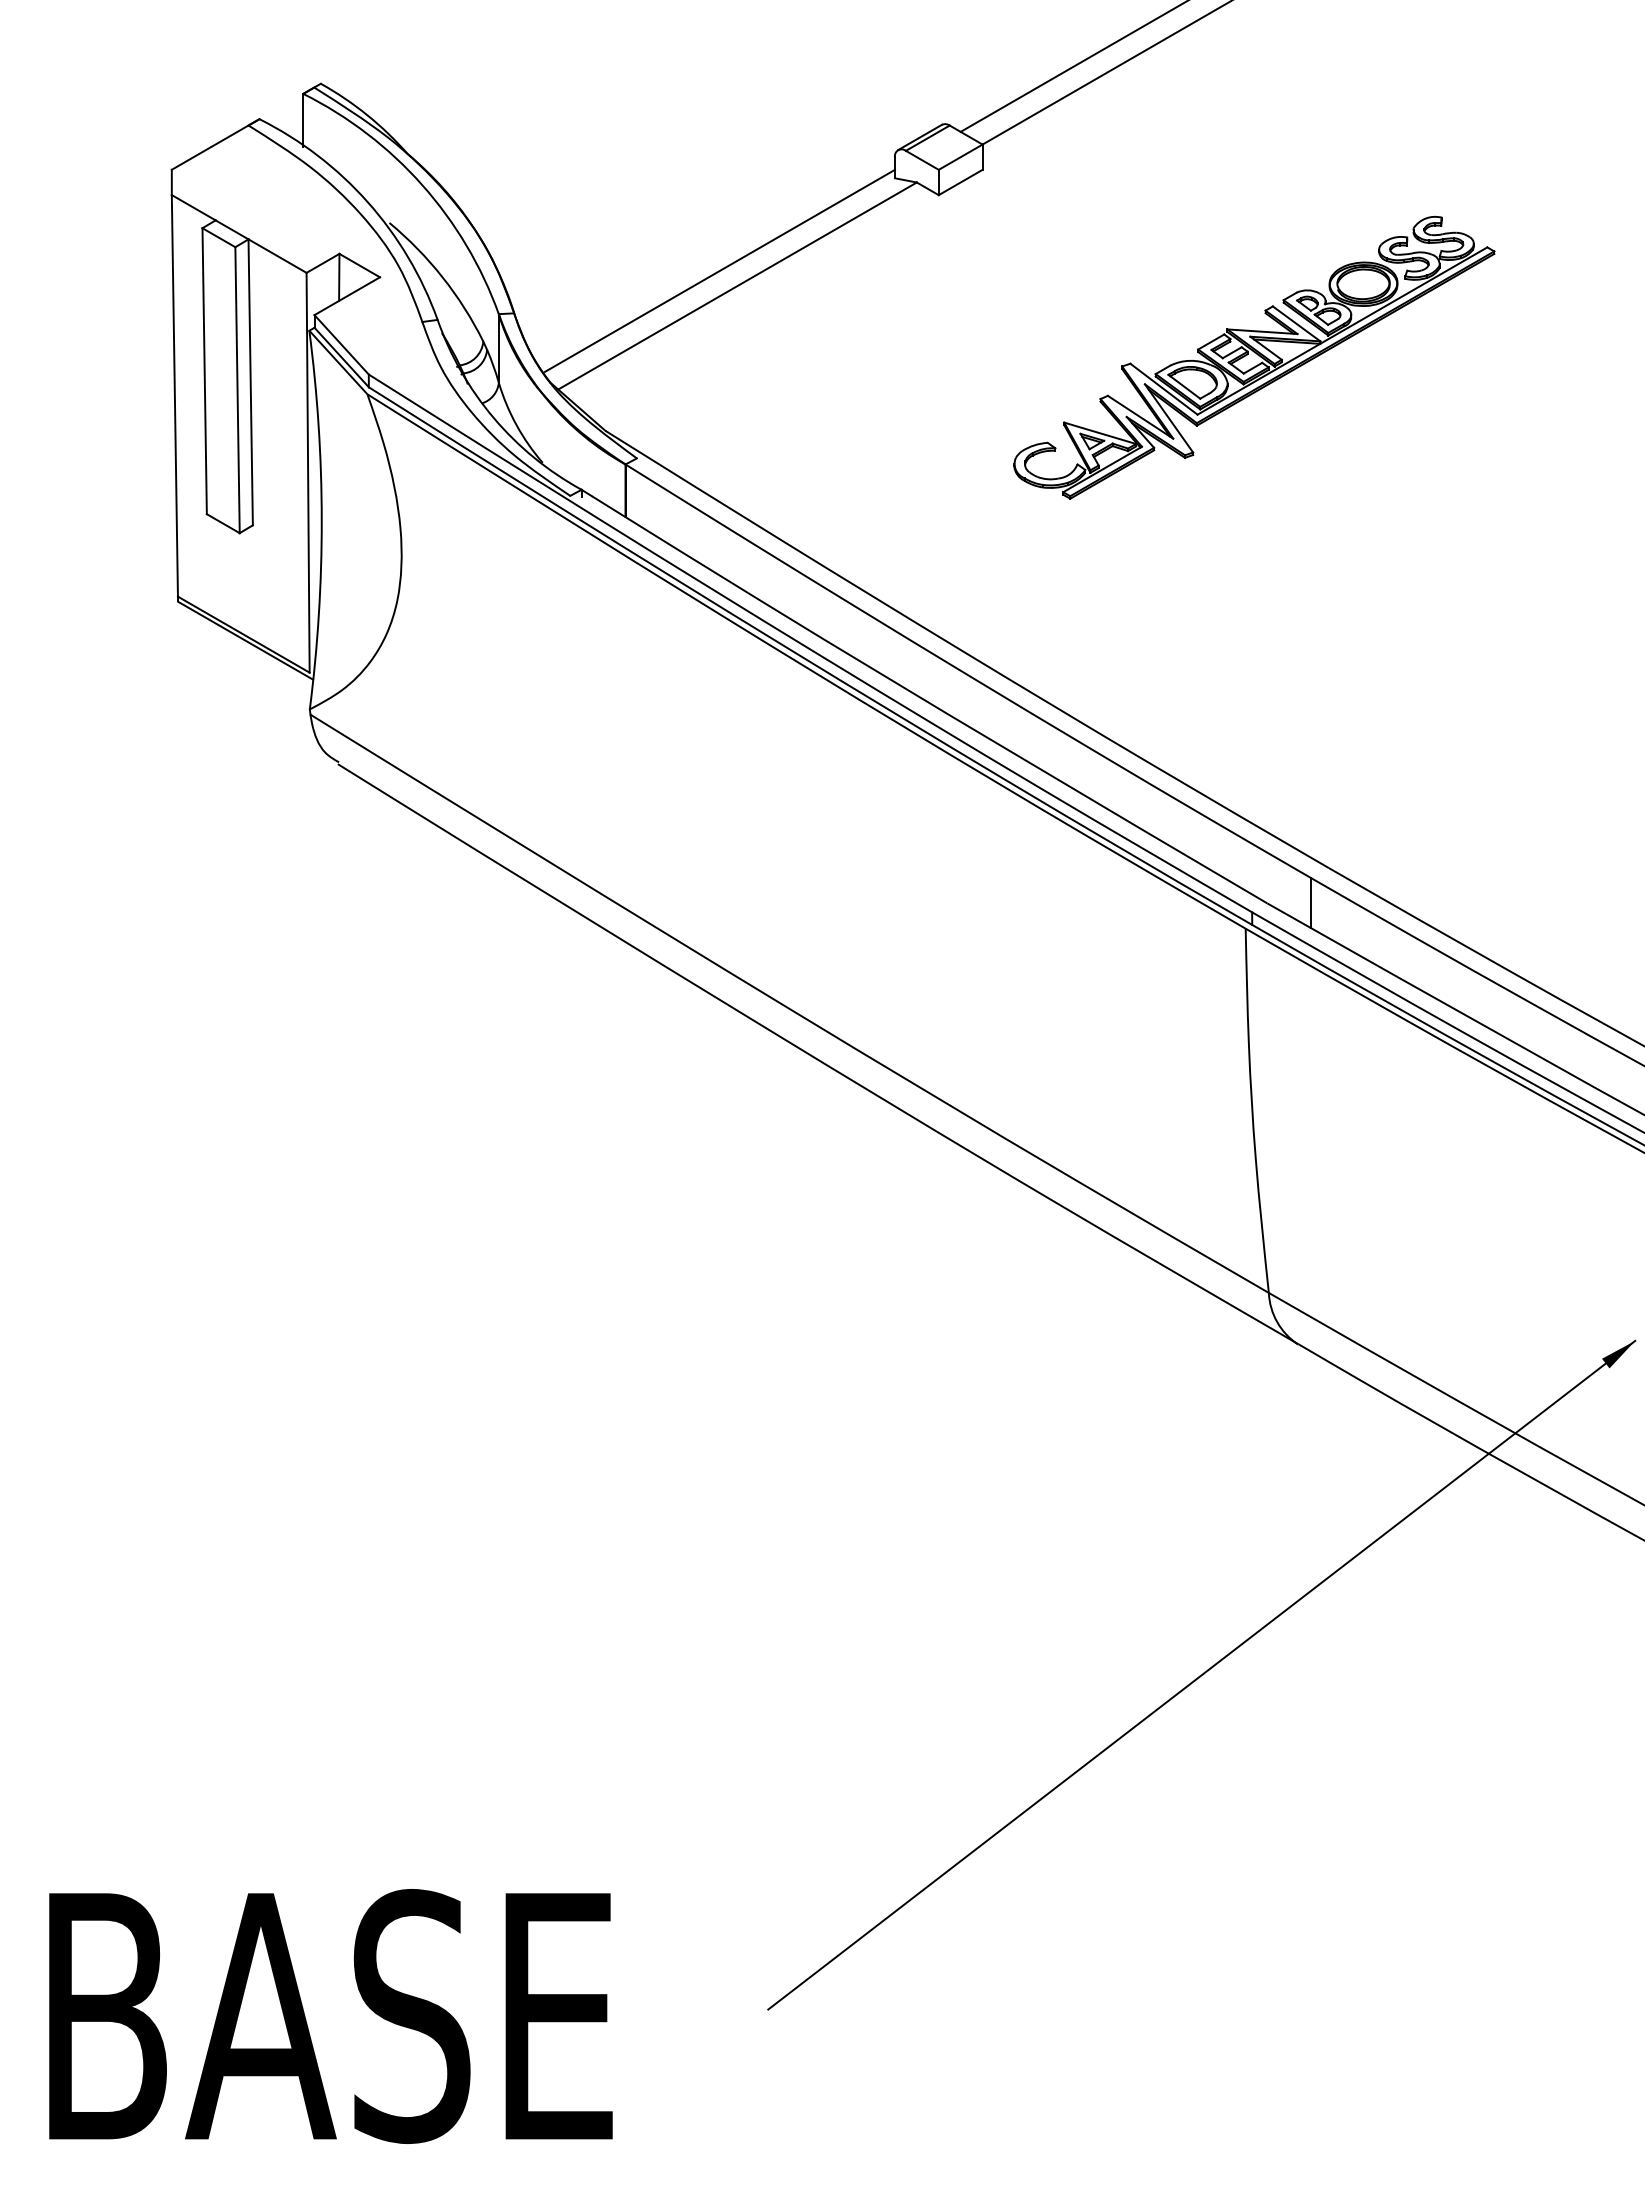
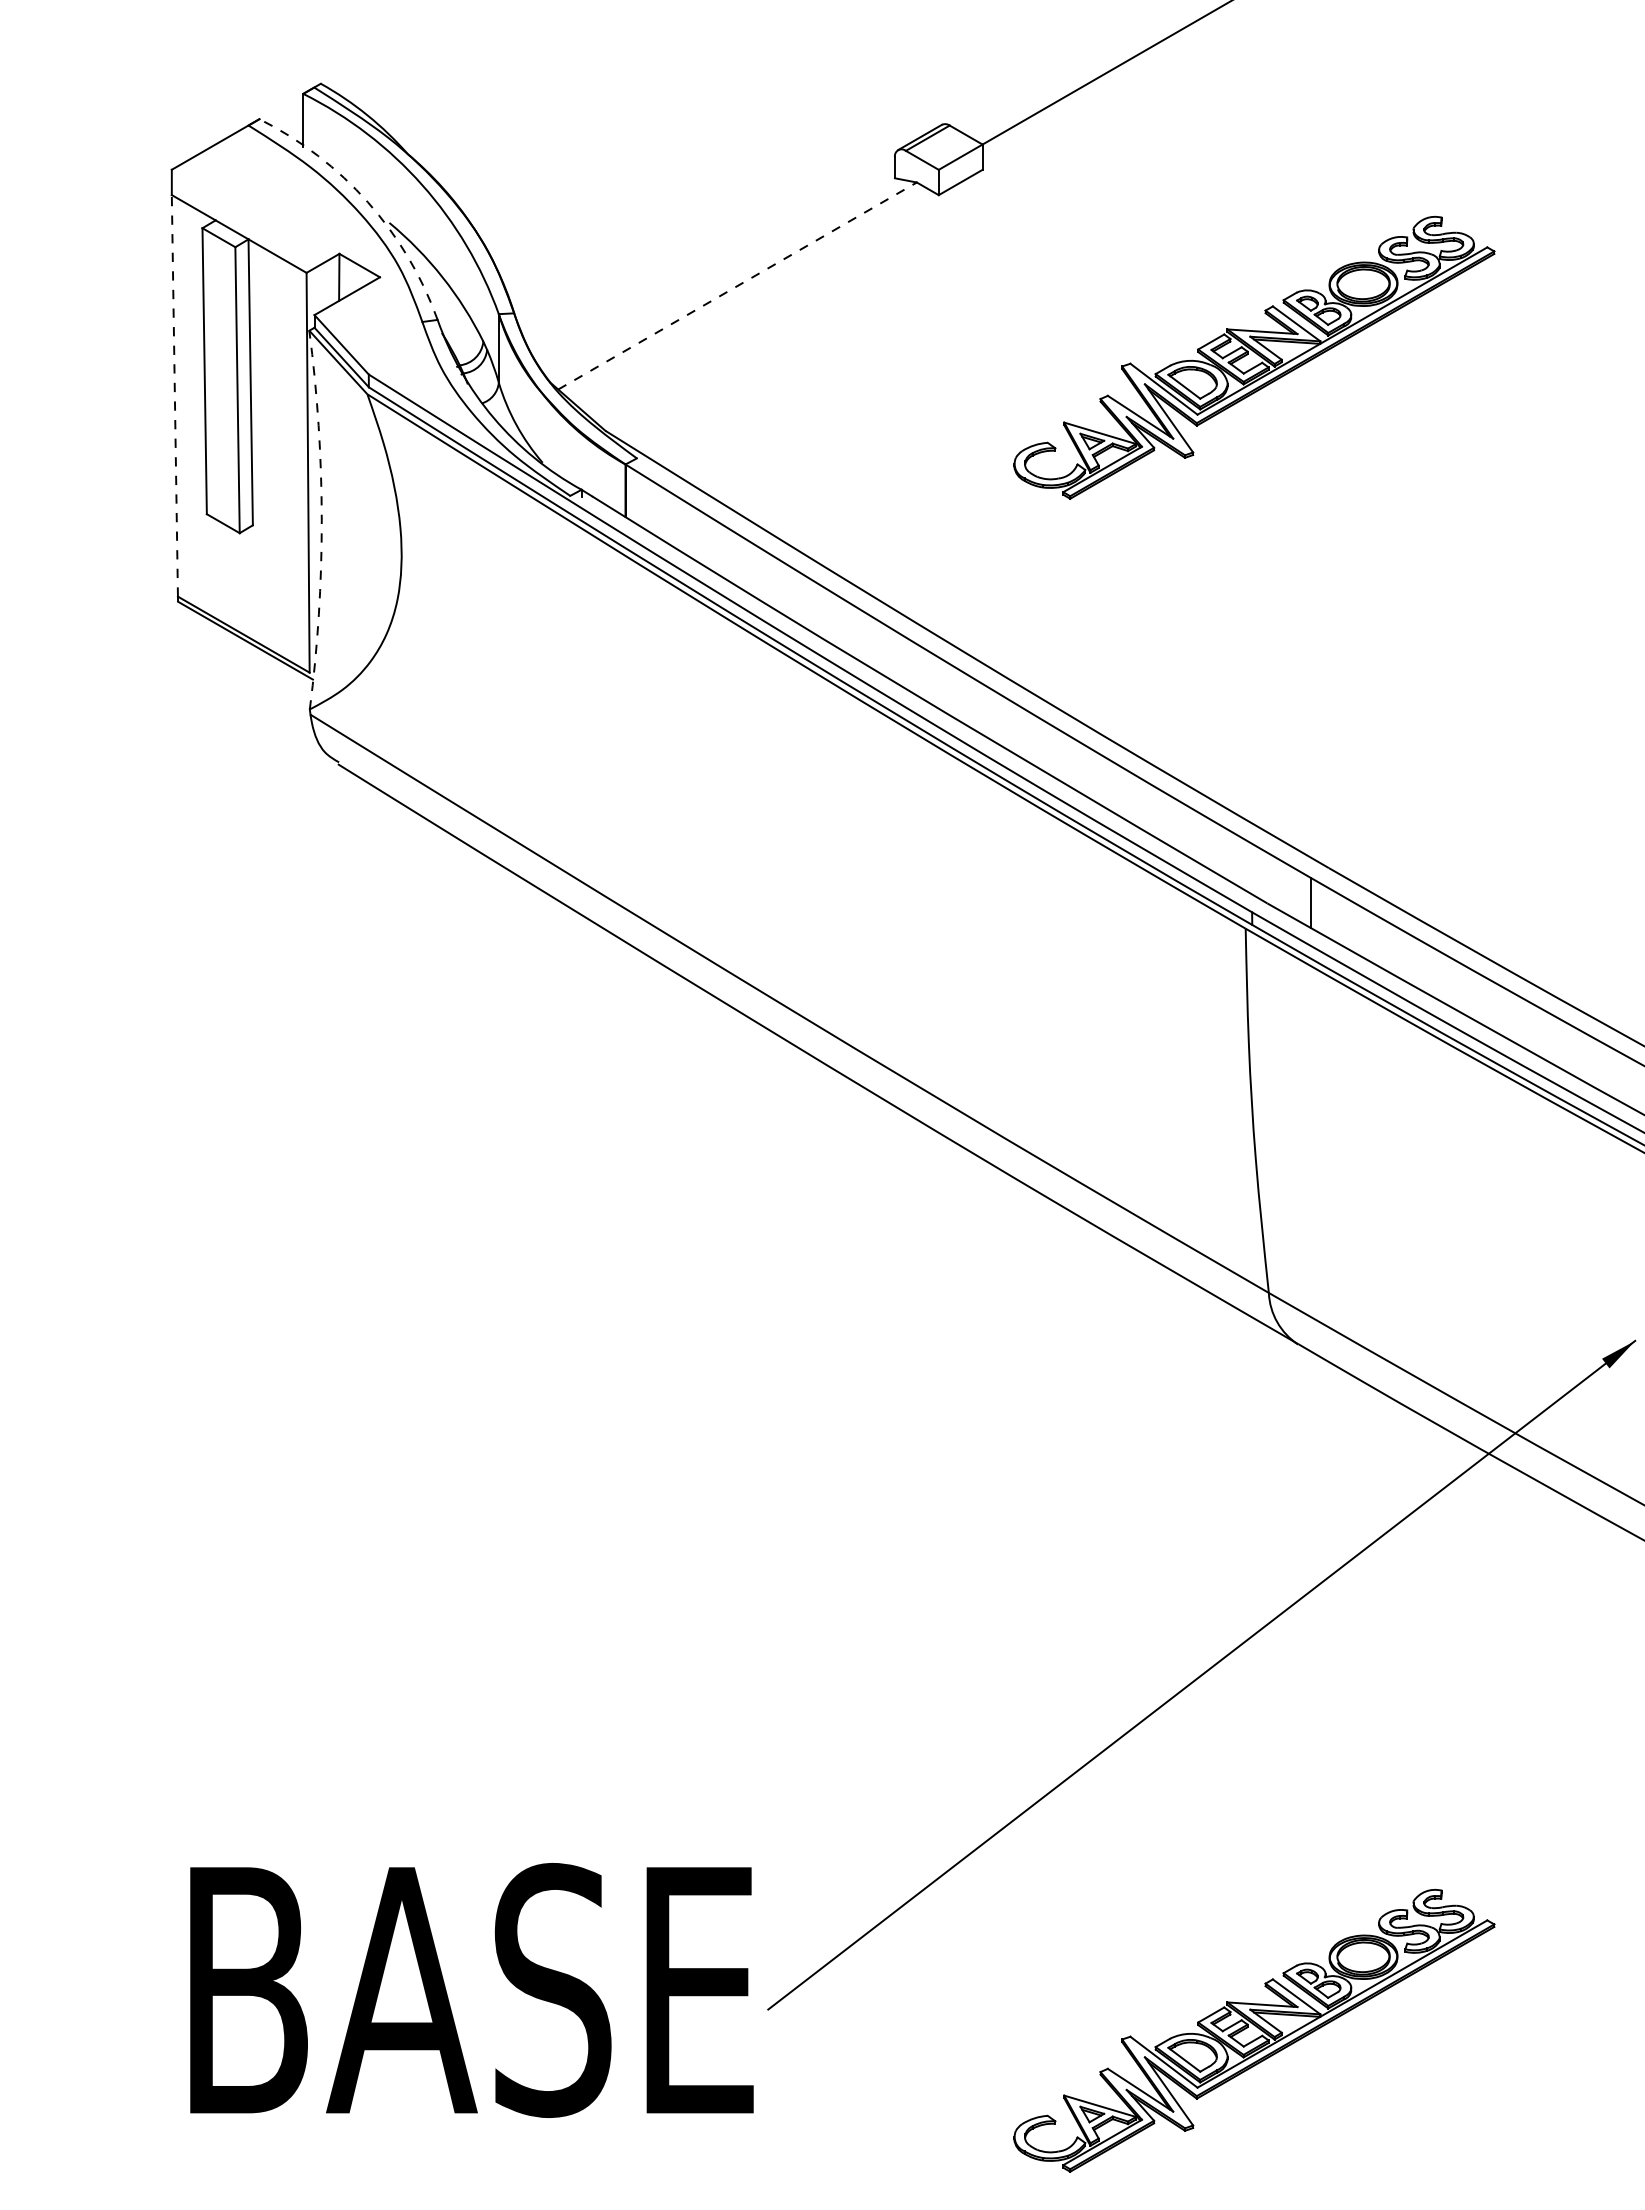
line at (1072, 66): present -> none
arc at (367, 202): solid -> dashed
line at (719, 270): present -> none
line at (737, 285): solid -> dashed
line at (174, 395): solid -> dashed
arc at (321, 520): solid -> dashed
text at (330, 2016) position: (330, 2016) -> (471, 1990)
part at (1254, 2030): none -> present
